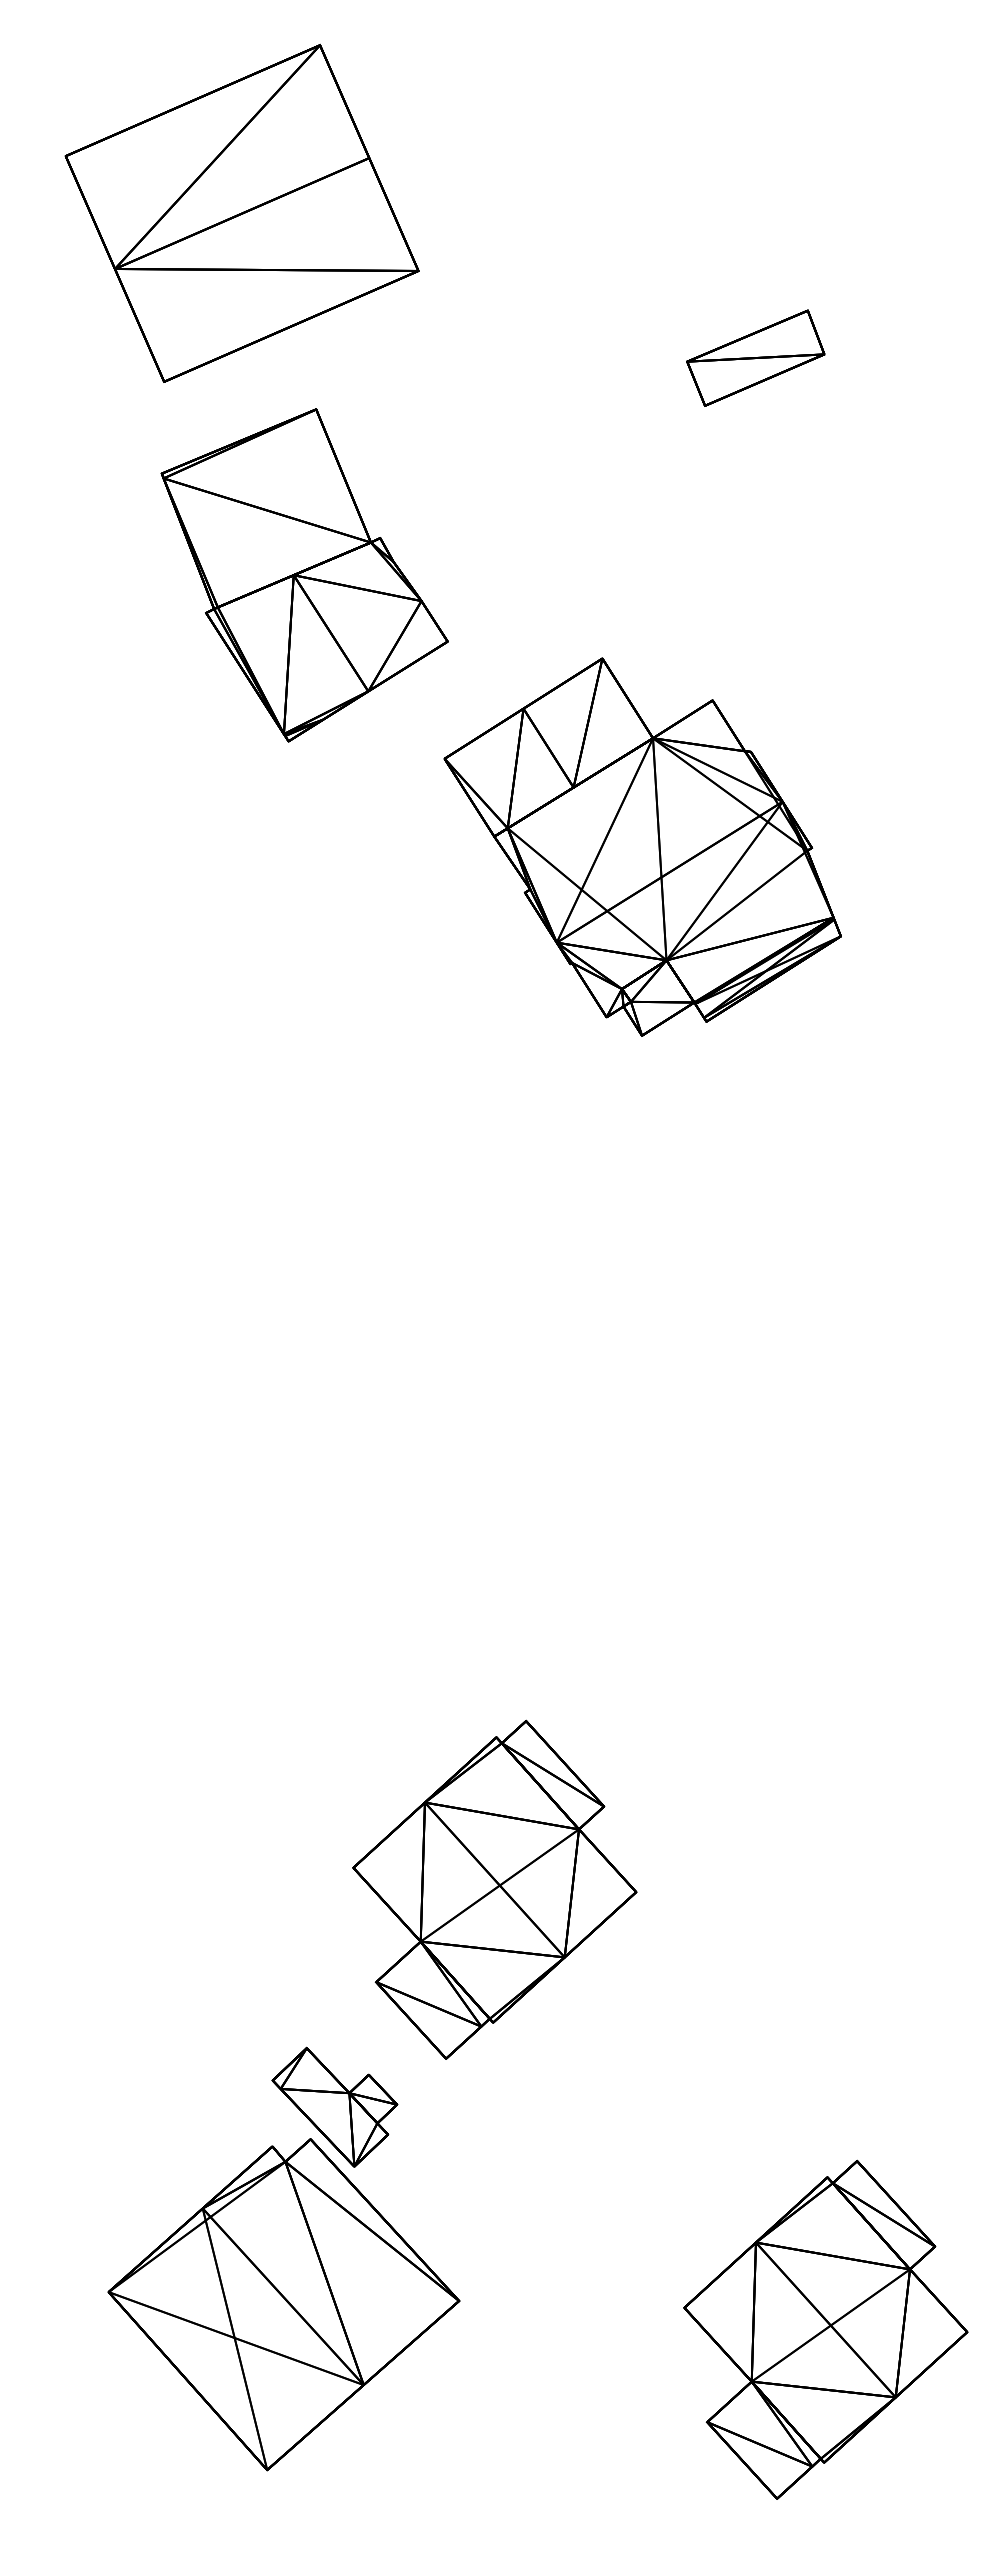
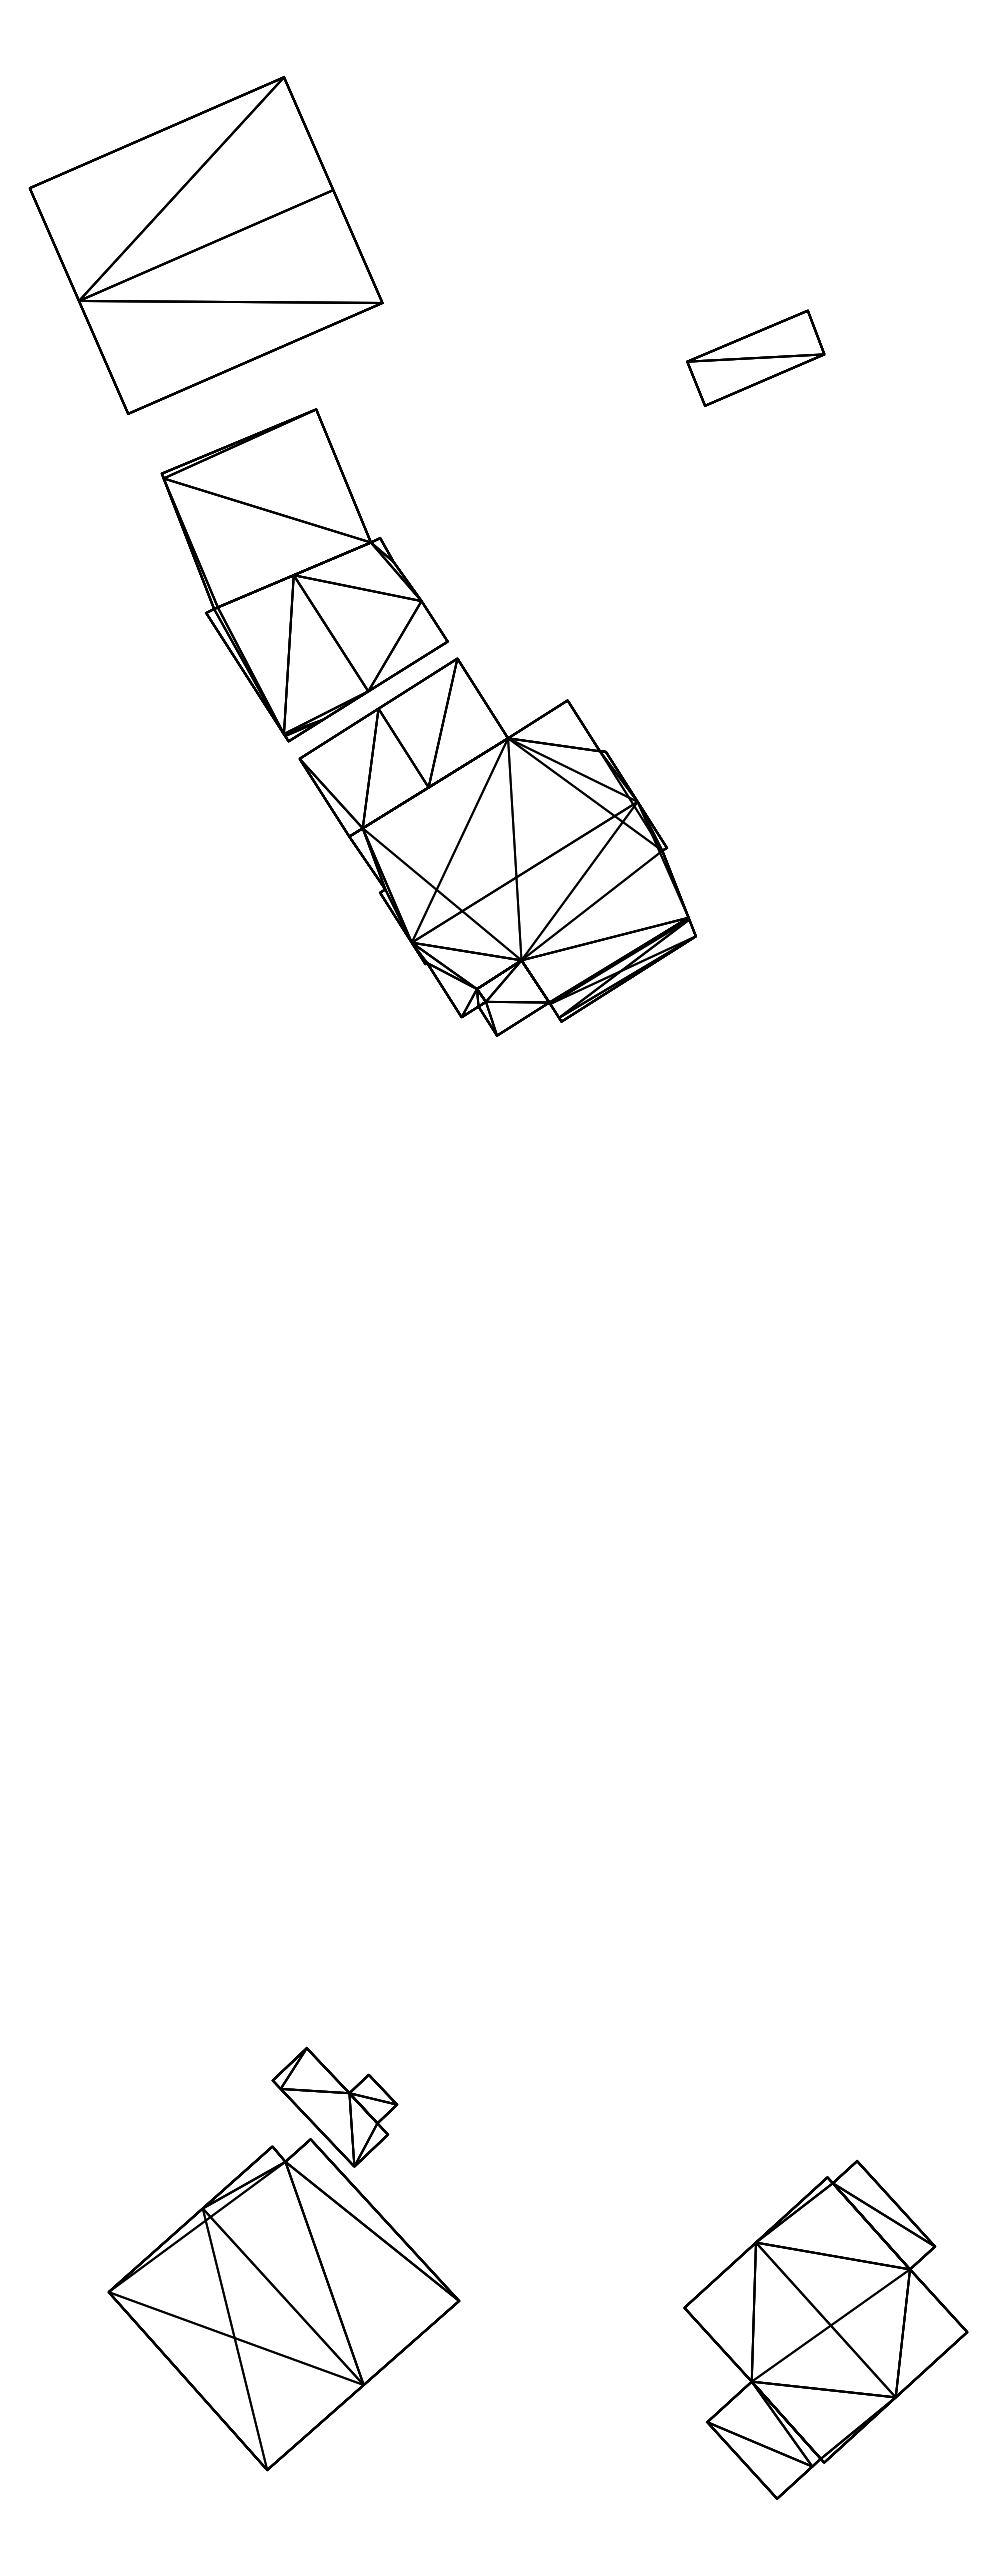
part at (241, 212) position: (241, 212) -> (205, 244)
part at (642, 846) position: (642, 846) -> (497, 846)
part at (494, 1889): present -> none
